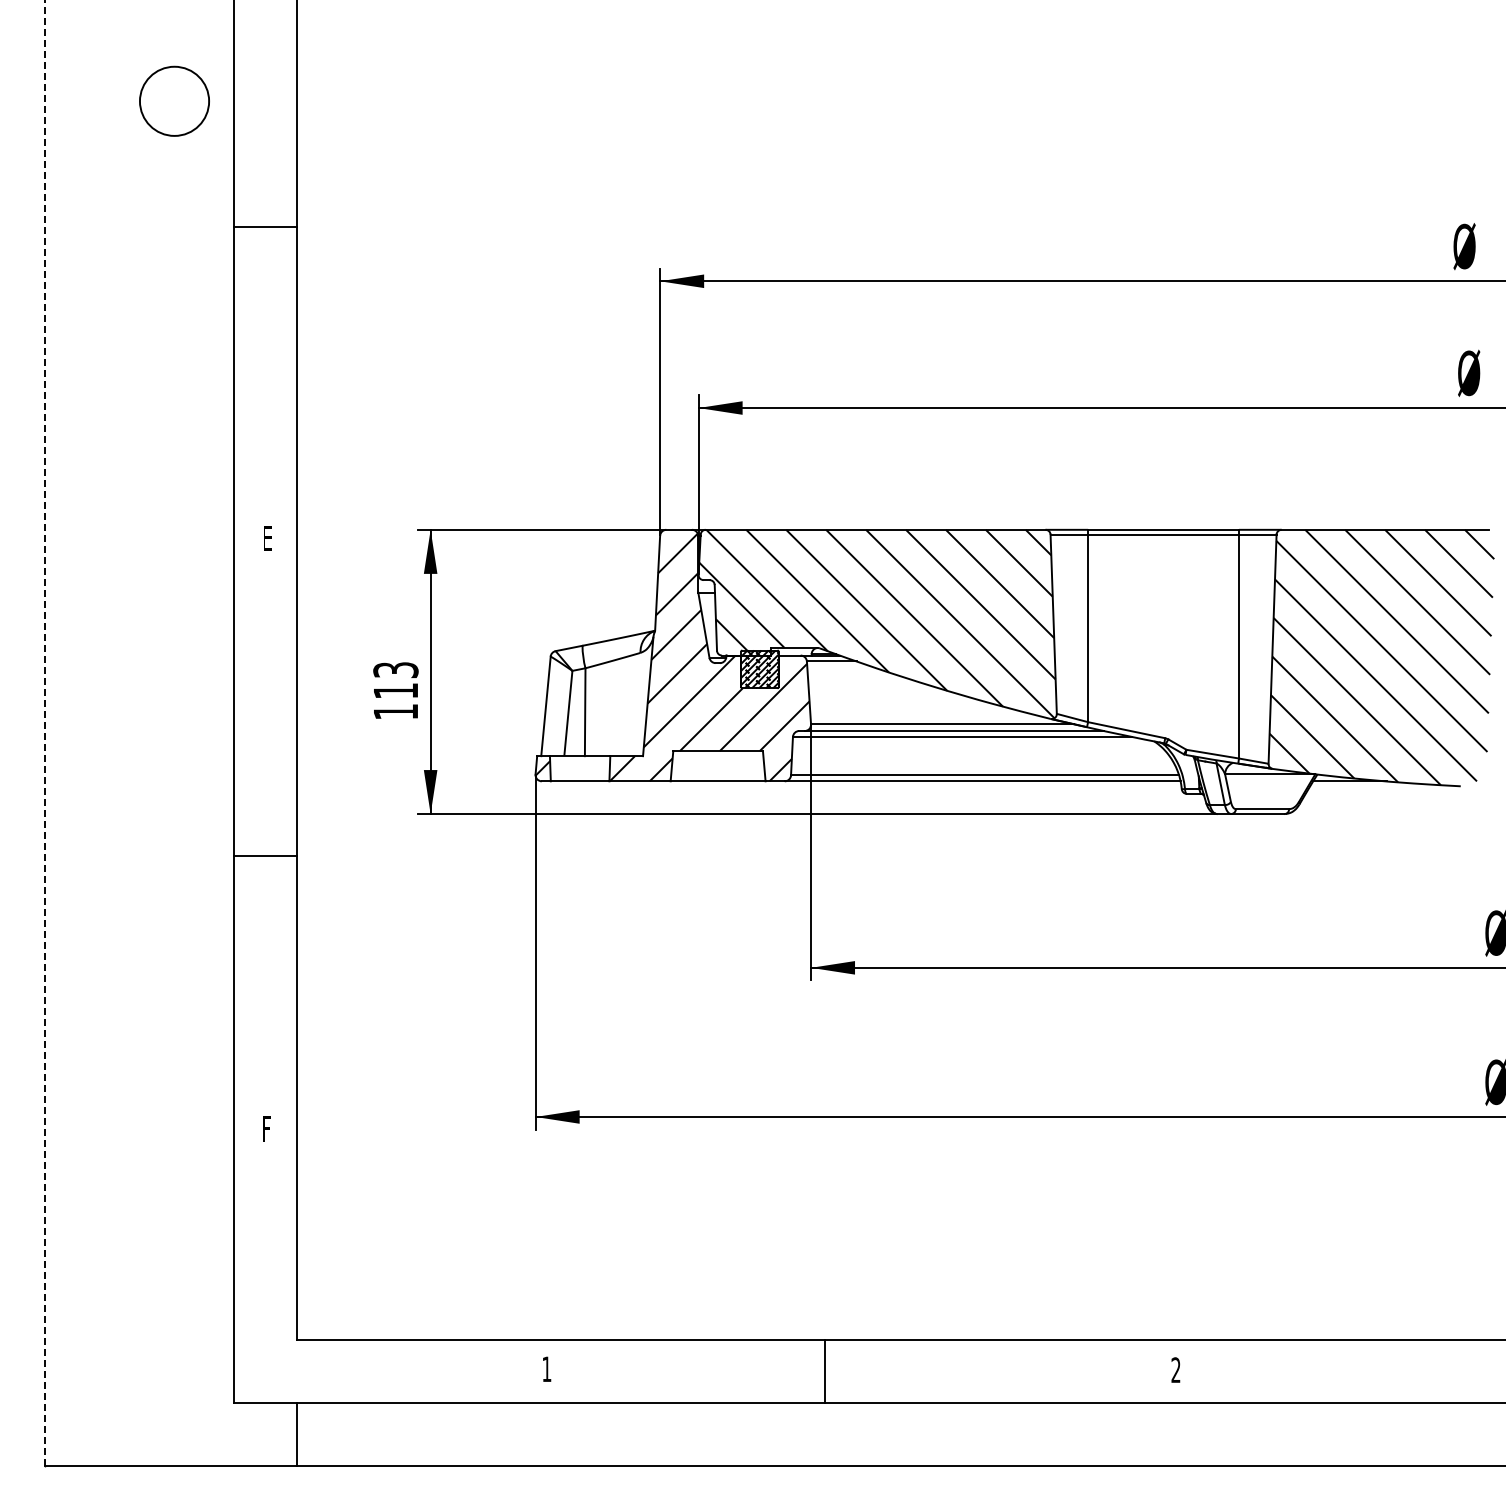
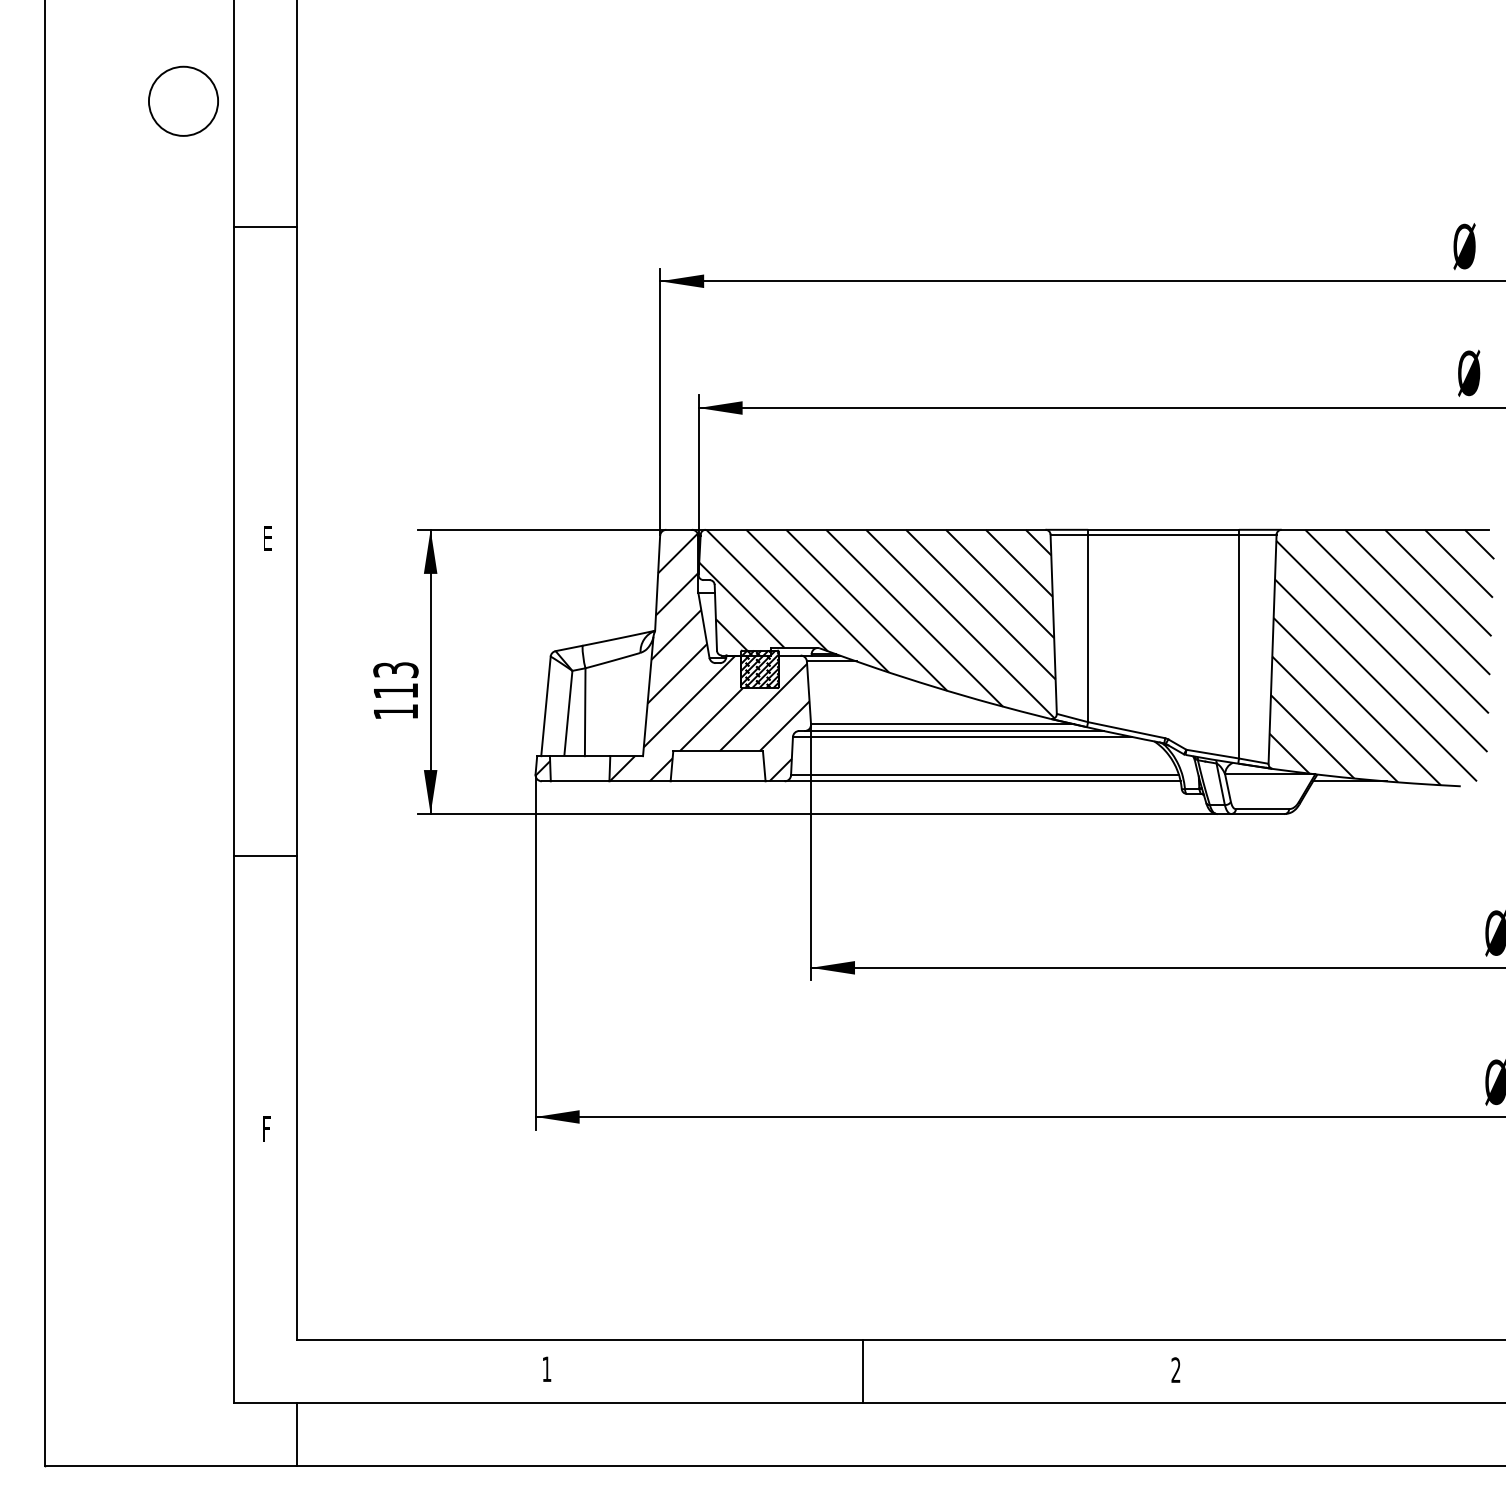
circle at (174, 100) position: (174, 100) -> (183, 100)
line at (45, 732): dashed -> solid
line at (824, 1370) position: (824, 1370) -> (862, 1370)
